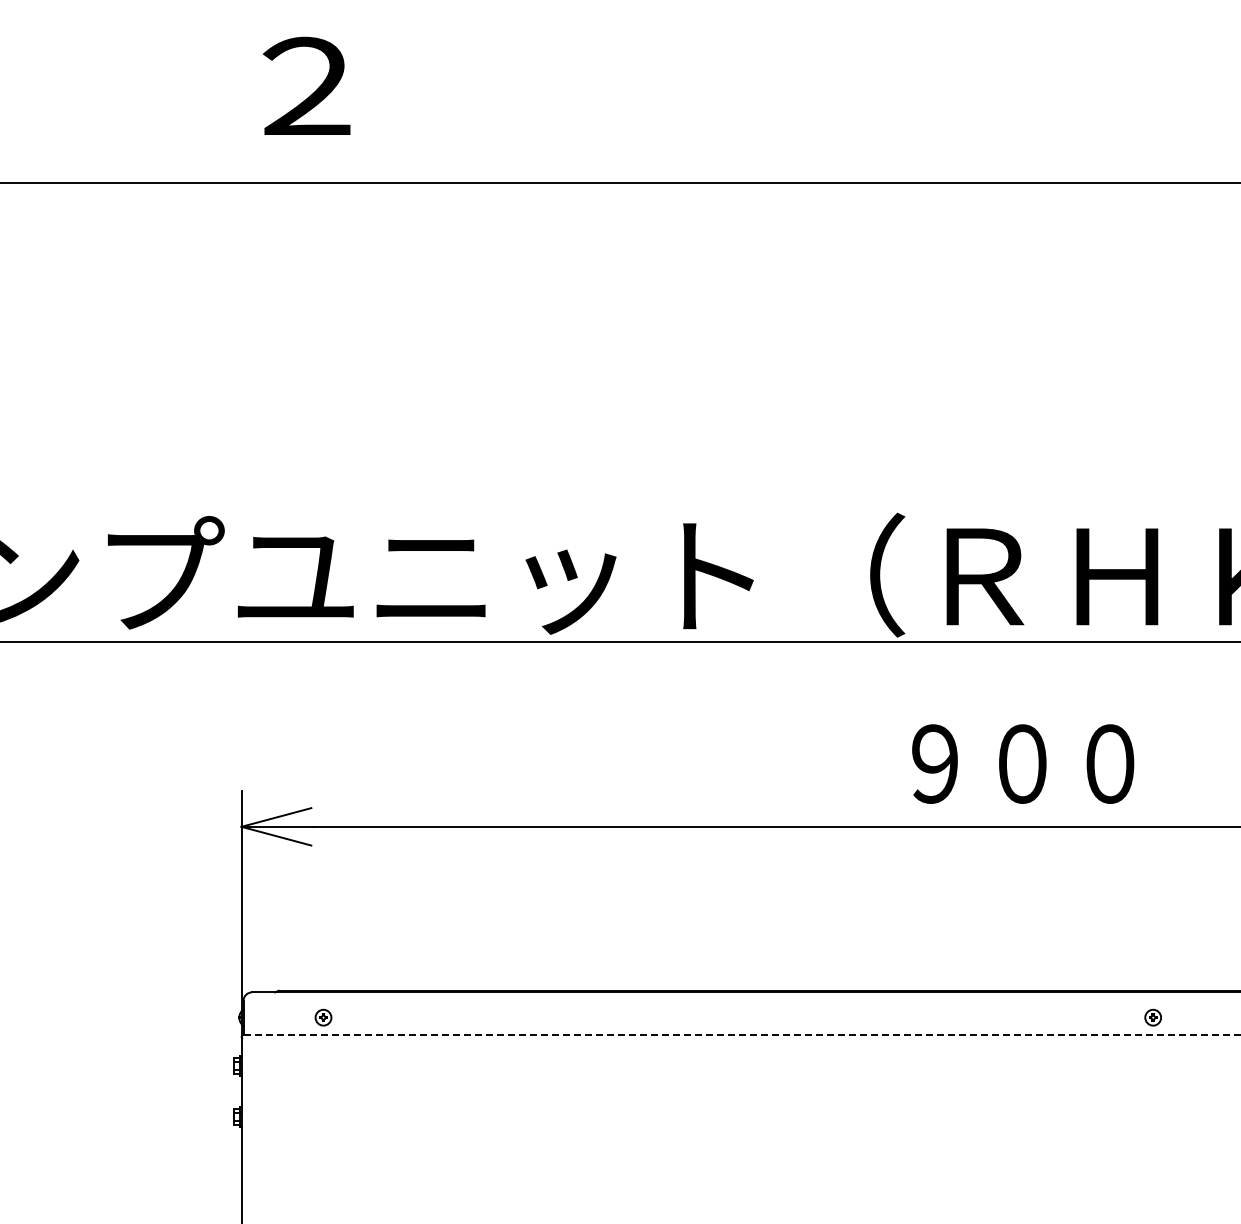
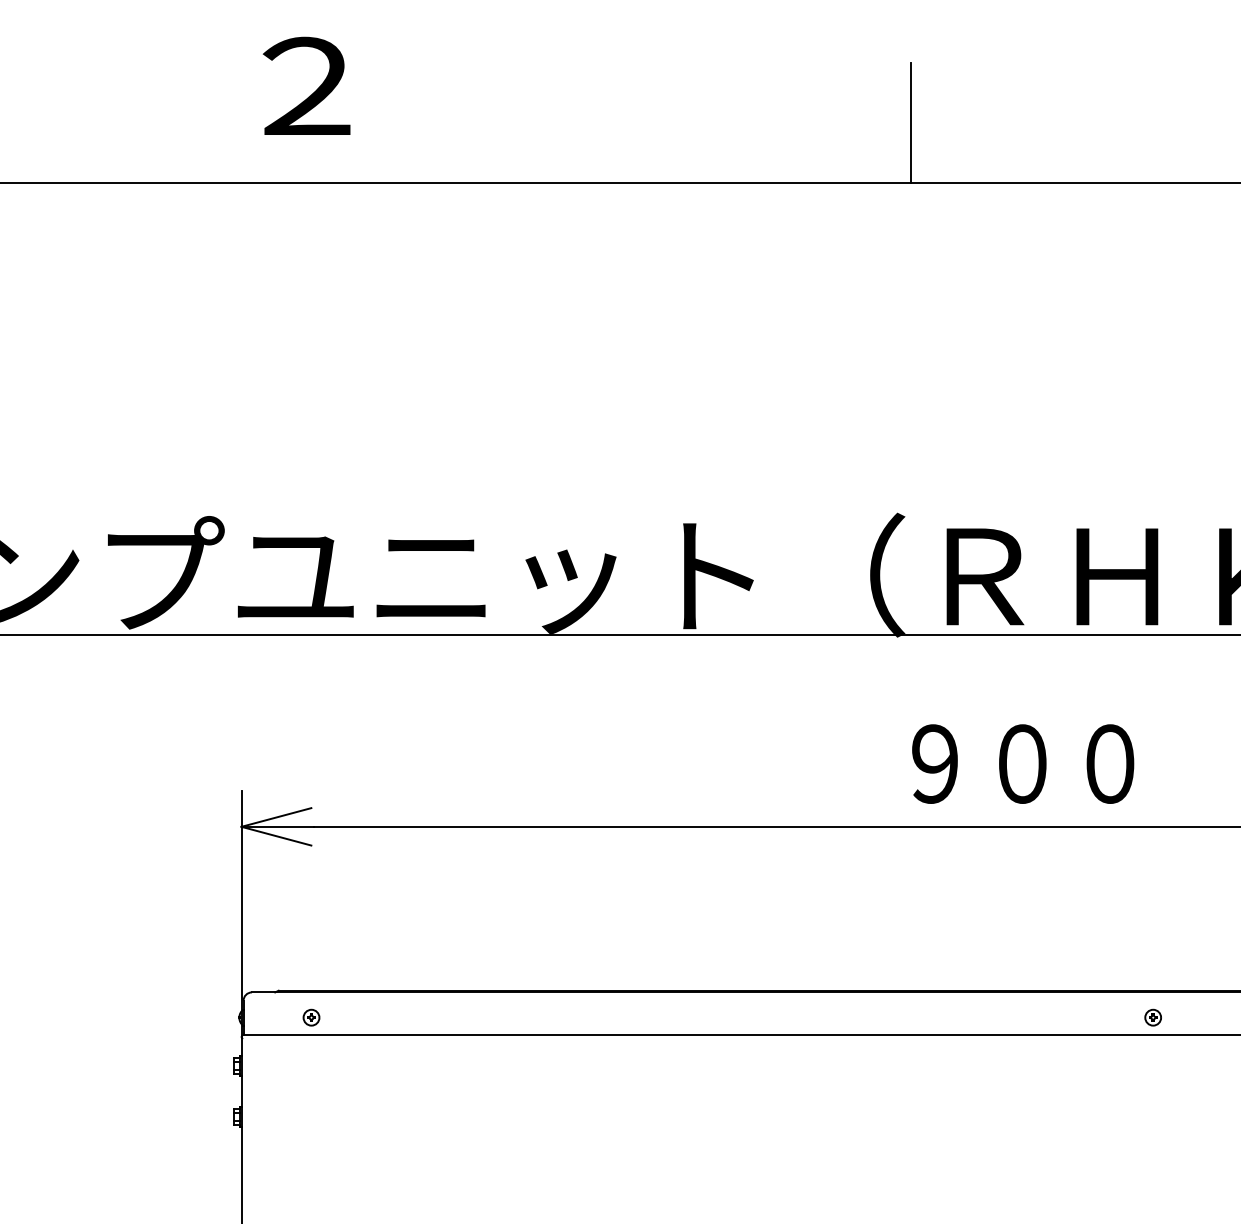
line at (911, 122): none -> present
line at (619, 641) position: (619, 641) -> (619, 634)
part at (323, 1017) position: (323, 1017) -> (311, 1017)
line at (742, 1034): dashed -> solid
